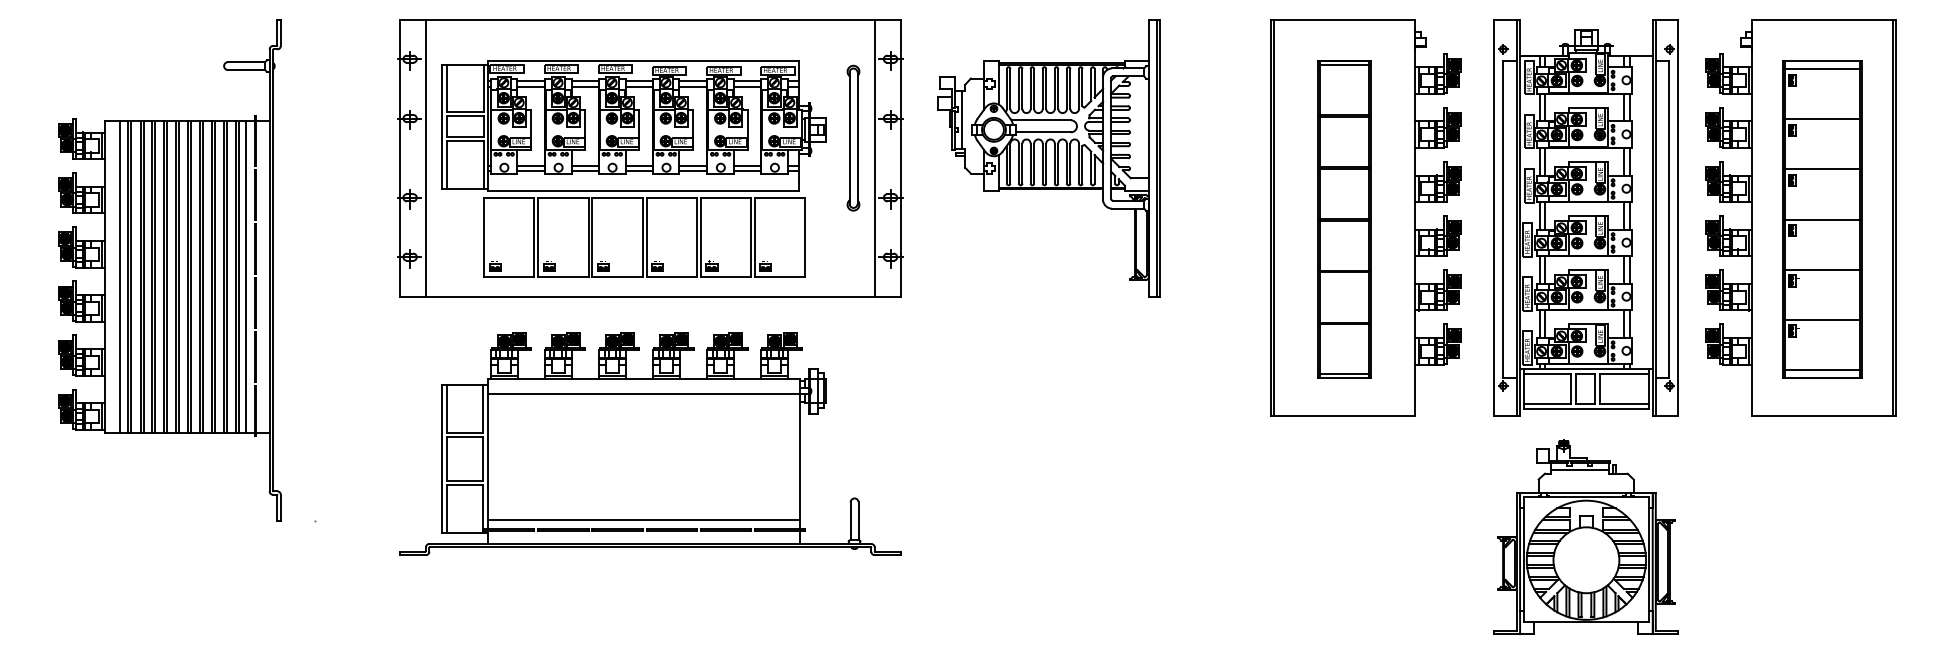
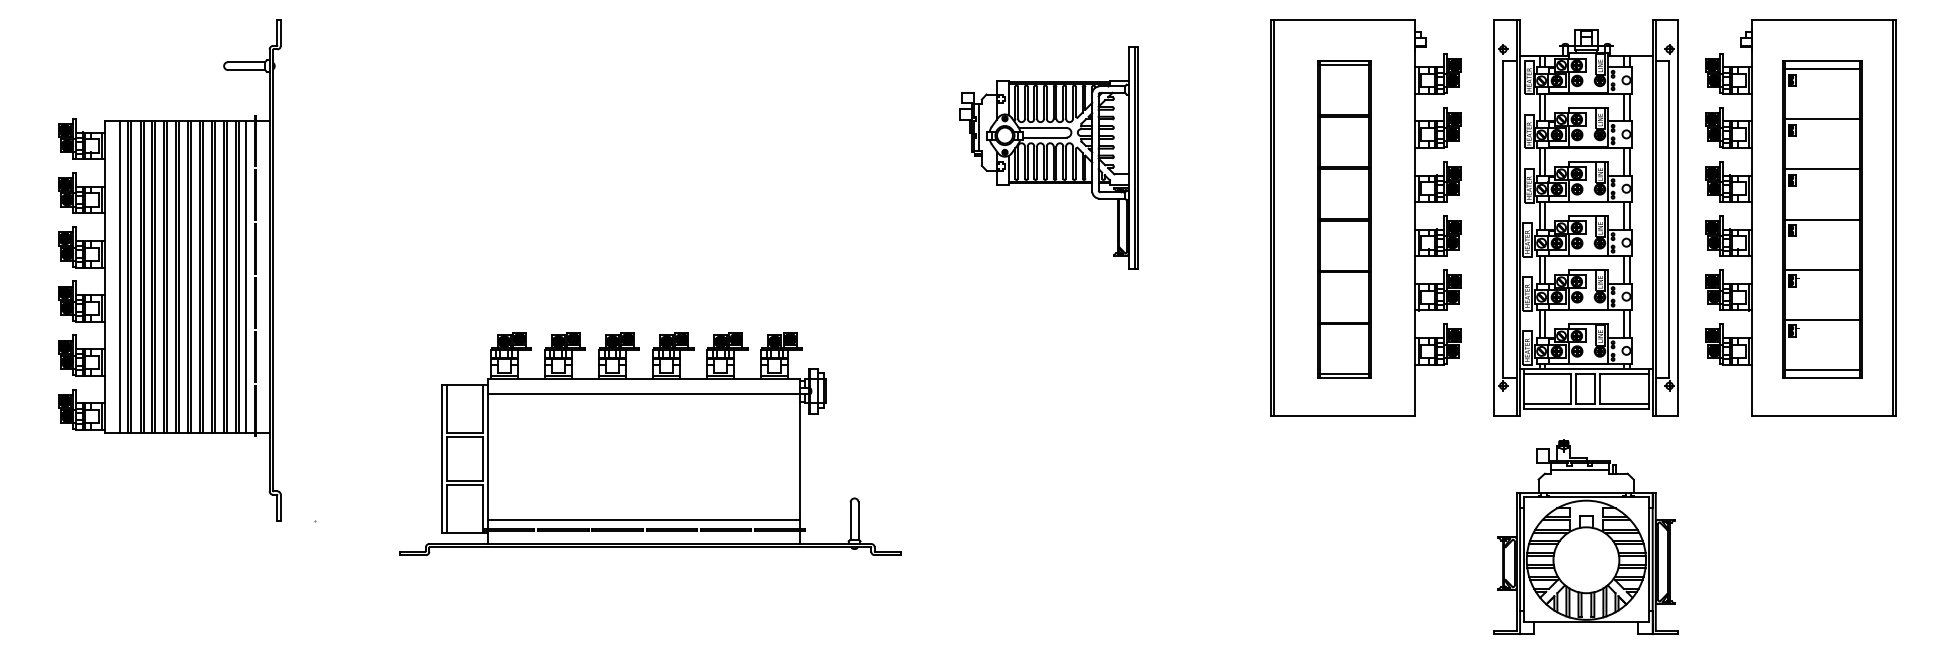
part at (650, 158): present -> none
part at (1048, 158) size: 224x279 px -> 180x224 px
